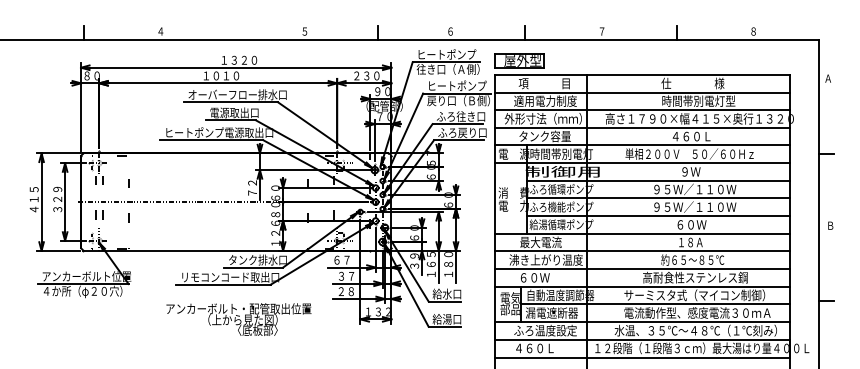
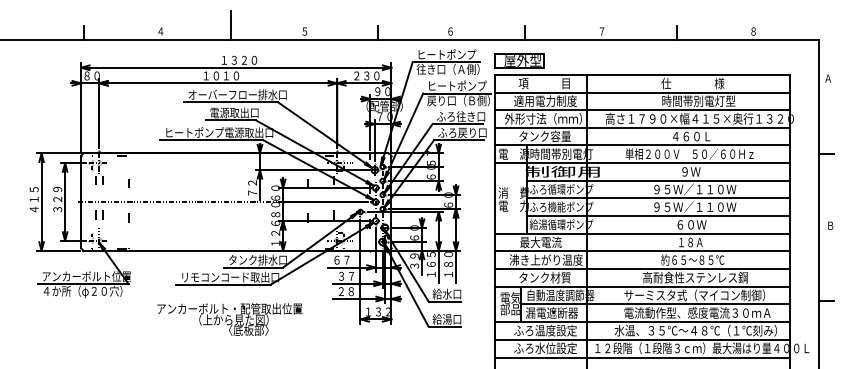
line at (231, 25): none -> present
text at (544, 277): ６０Ｗ -> タンク材質
text at (238, 319) position: (238, 319) -> (229, 319)
text at (545, 348): ４６０Ｌ -> ふろ水位設定
